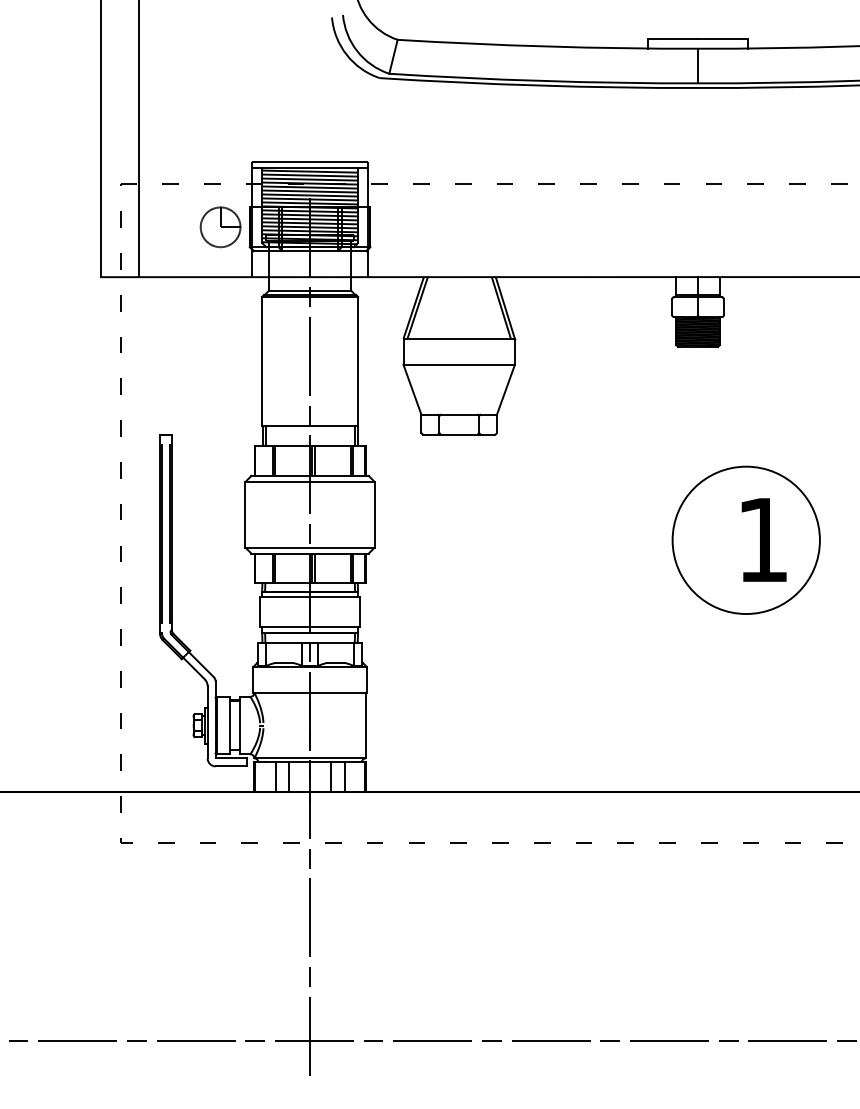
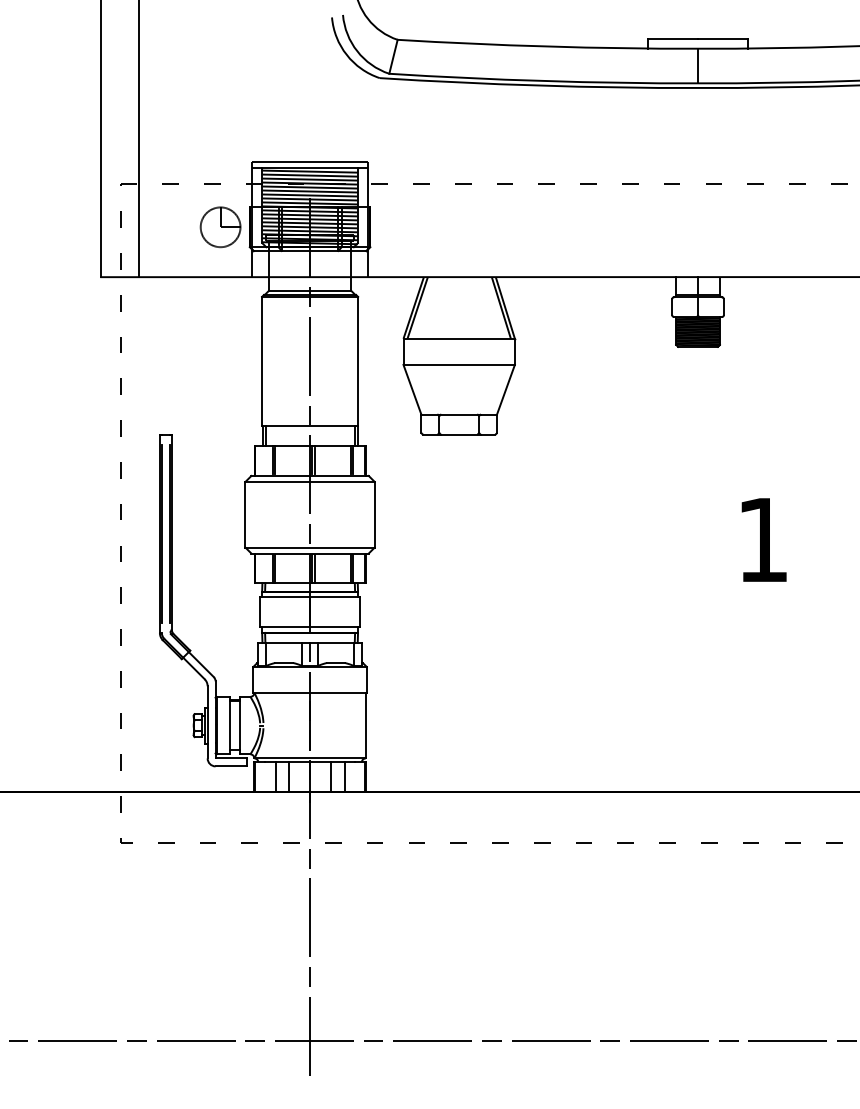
circle at (745, 539): present -> none
